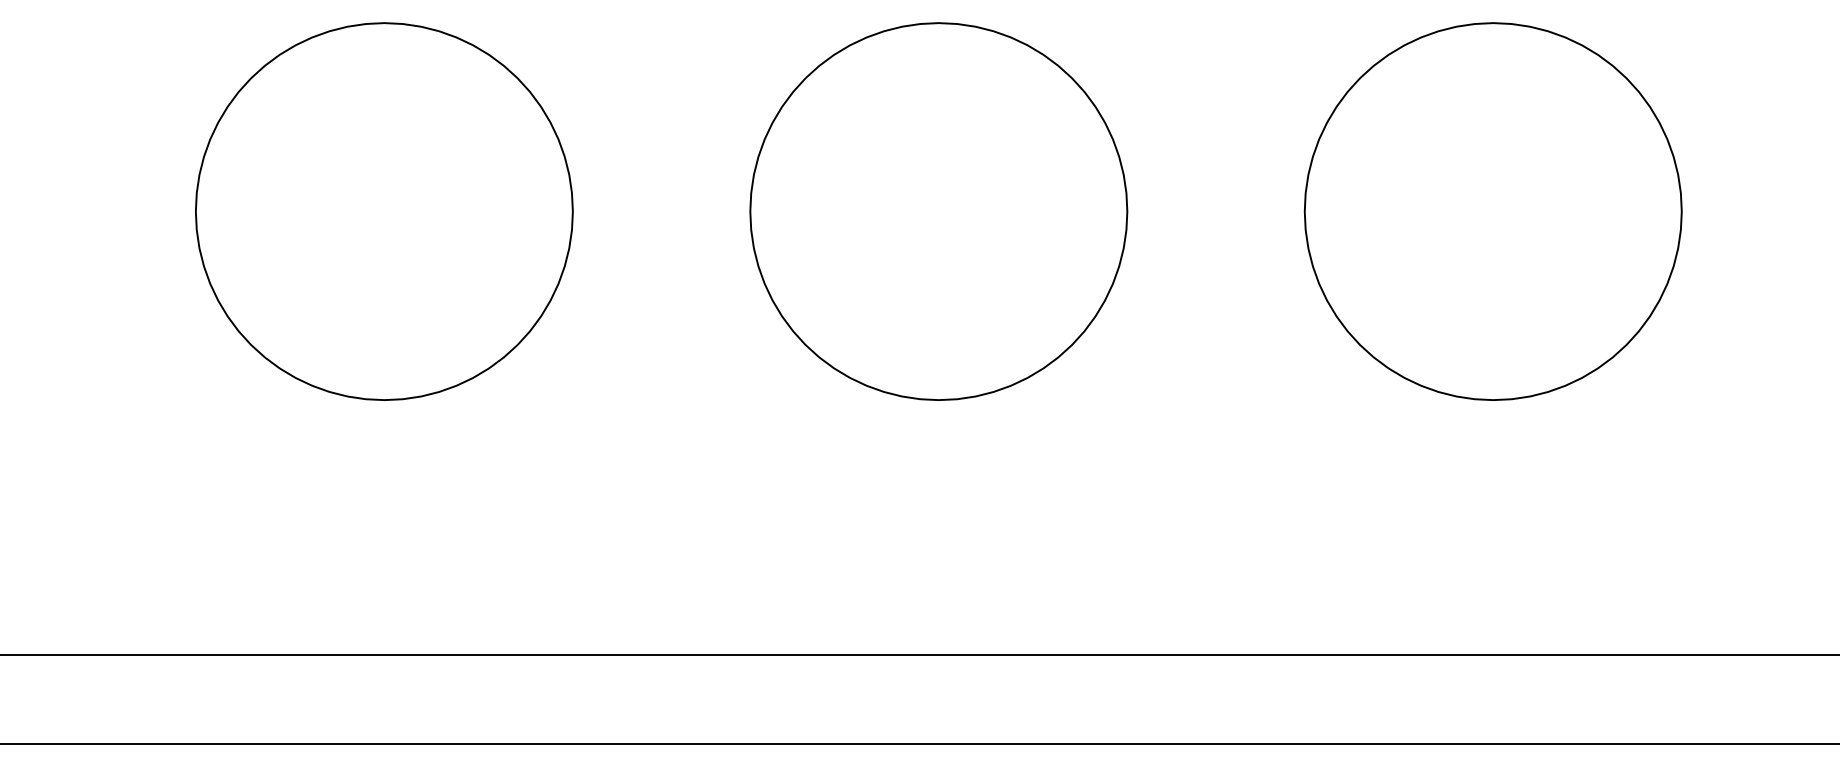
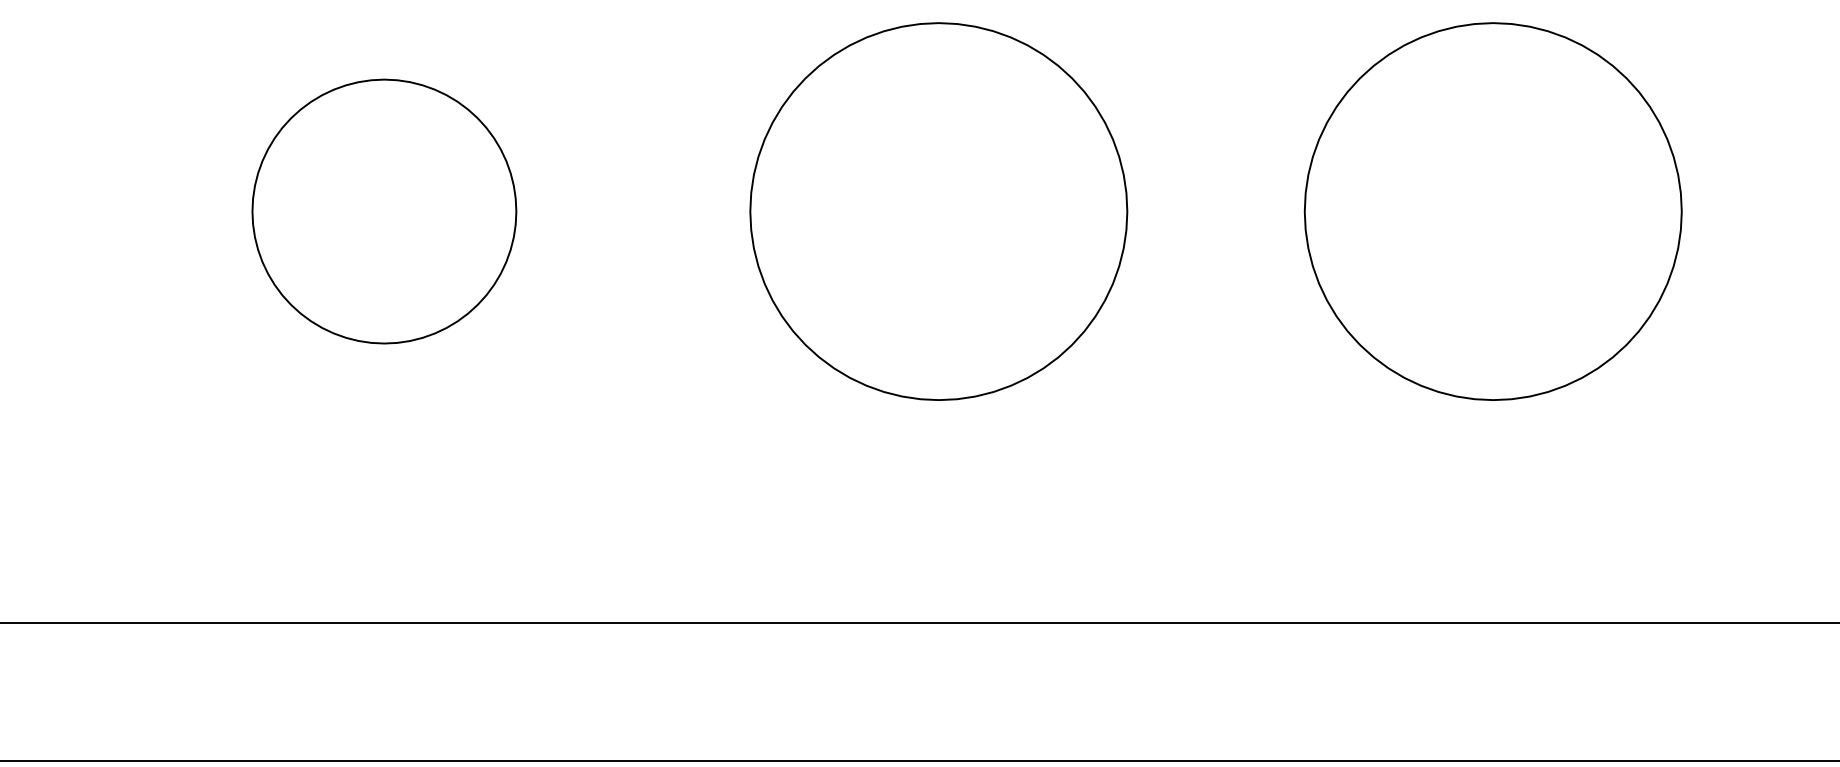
part at (384, 211) size: 379x379 px -> 267x267 px
line at (919, 655) position: (919, 655) -> (919, 623)
line at (919, 743) position: (919, 743) -> (919, 760)
